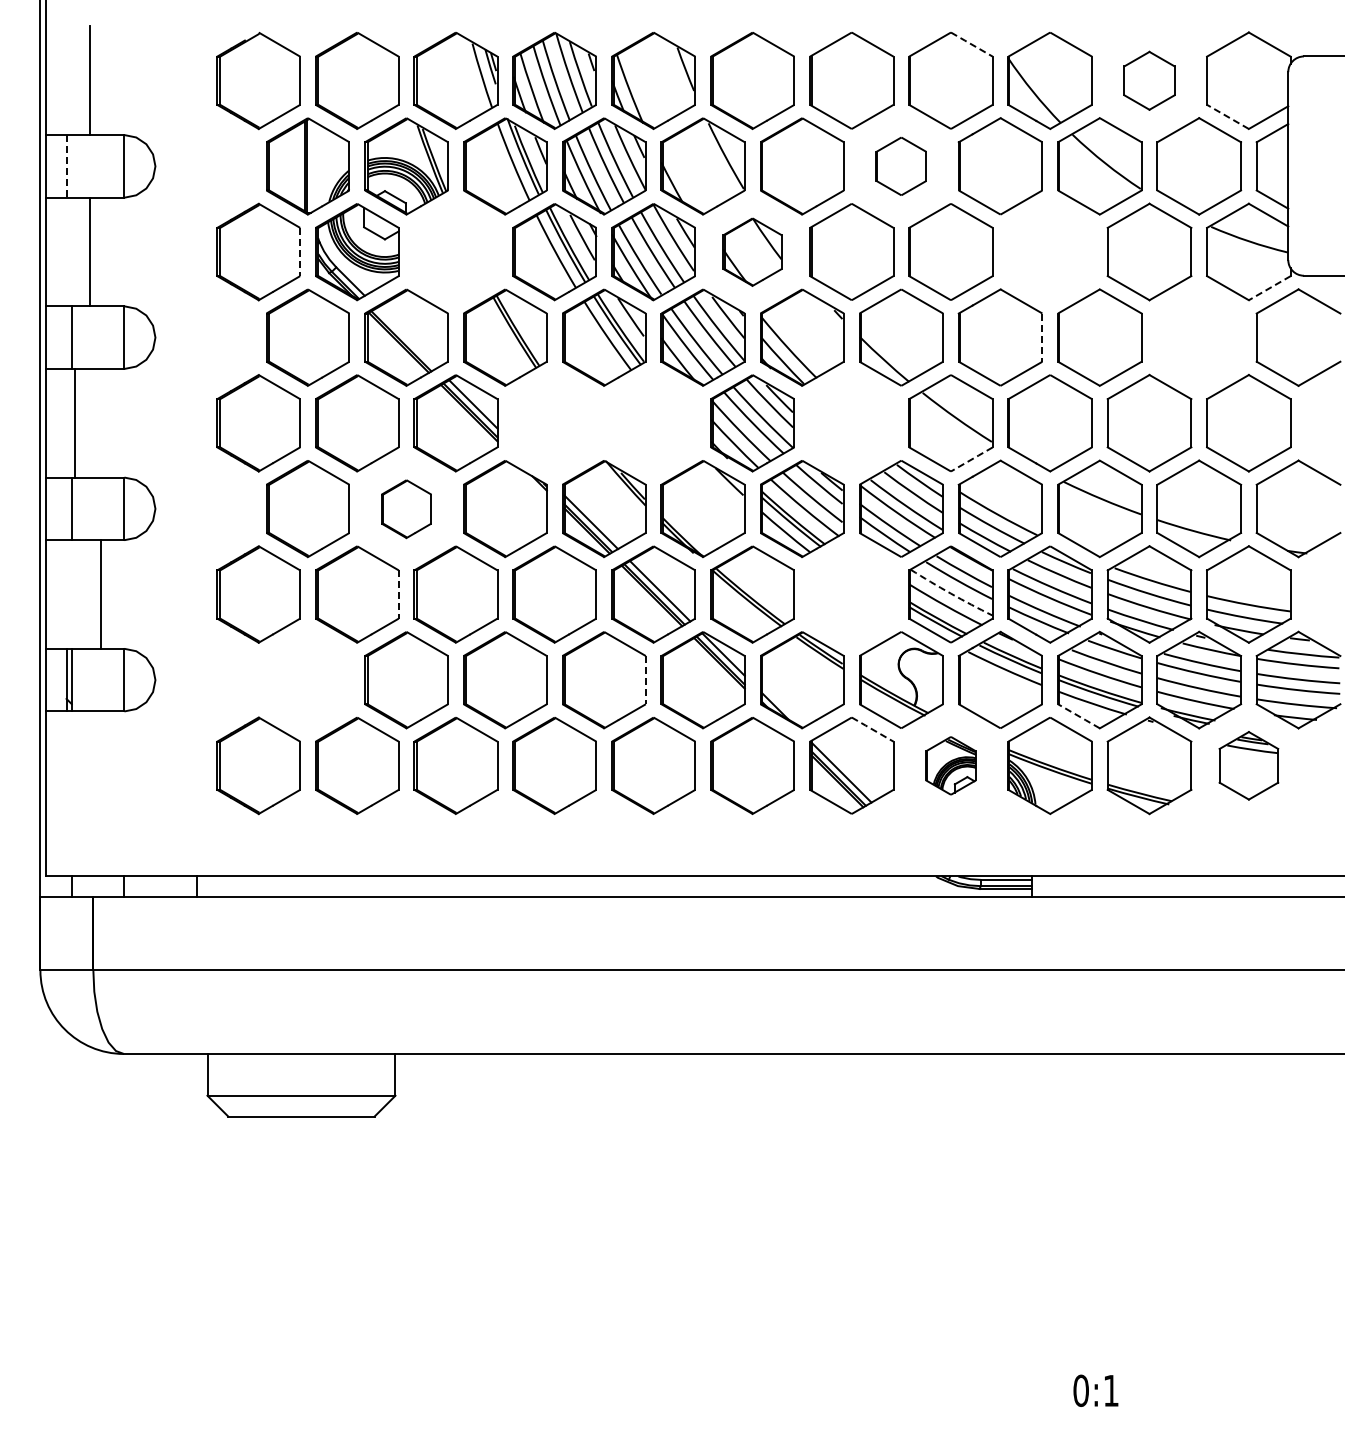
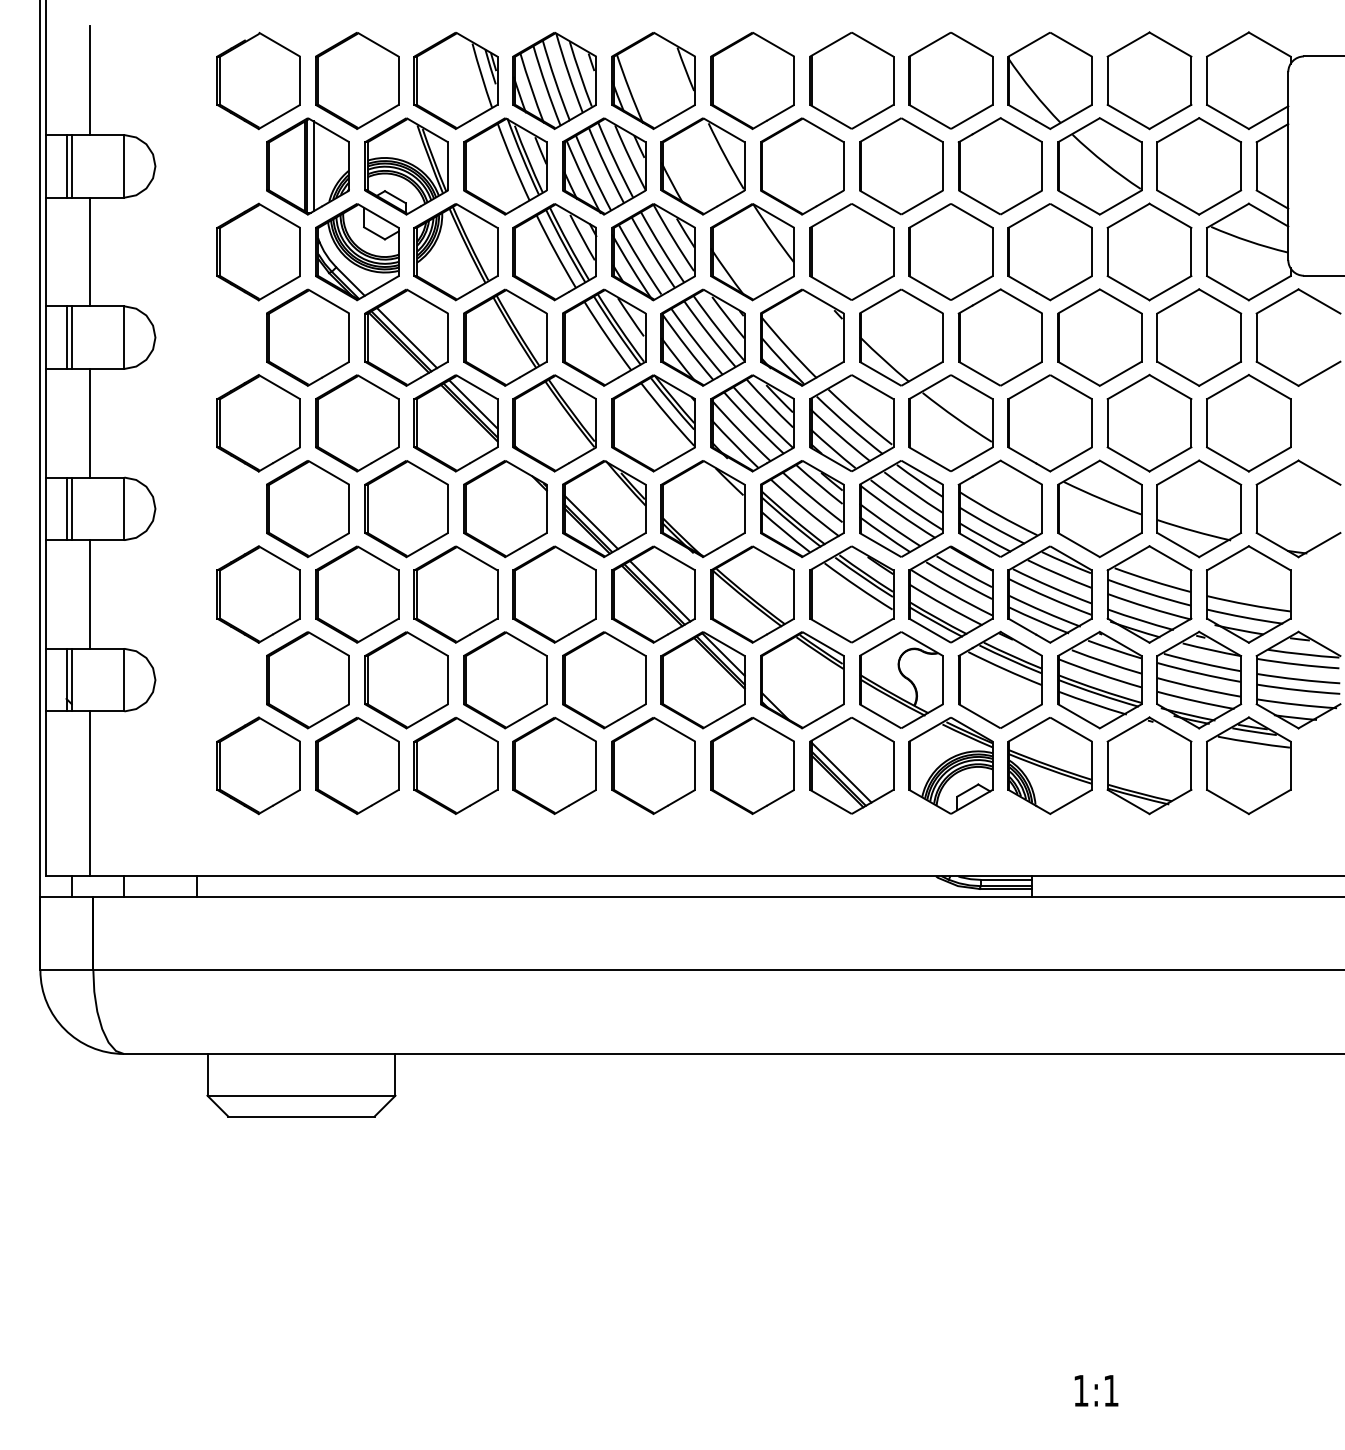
line at (972, 44): dashed -> solid
part at (1149, 80) size: 53x61 px -> 87x100 px
line at (1227, 116): dashed -> solid
line at (66, 166): dashed -> solid
line at (71, 166): none -> present
line at (313, 166): none -> present
part at (900, 166) size: 52x59 px -> 85x99 px
part at (752, 251) size: 61x70 px -> 85x99 px
line at (300, 252): dashed -> solid
part at (455, 252): none -> present
part at (1049, 252): none -> present
line at (1269, 288): dashed -> solid
line at (66, 337): none -> present
part at (1199, 337): none -> present
line at (407, 338): none -> present
line at (1042, 338): dashed -> solid
line at (74, 422) position: (74, 422) -> (89, 422)
part at (851, 422): none -> present
part at (554, 423): none -> present
part at (653, 423): none -> present
line at (971, 459): dashed -> solid
line at (66, 508): none -> present
part at (406, 509) size: 51x61 px -> 85x99 px
arc at (950, 593): dashed -> solid
line at (100, 594) position: (100, 594) -> (89, 594)
part at (851, 594): none -> present
line at (398, 595): dashed -> solid
part at (307, 680): none -> present
line at (645, 680): dashed -> solid
line at (1078, 716): dashed -> solid
line at (873, 729): dashed -> solid
part at (950, 765) size: 52x60 px -> 86x98 px
part at (1248, 765) size: 62x70 px -> 86x100 px
line at (89, 793): none -> present
text at (1080, 1390): 0:1 -> 1:1
